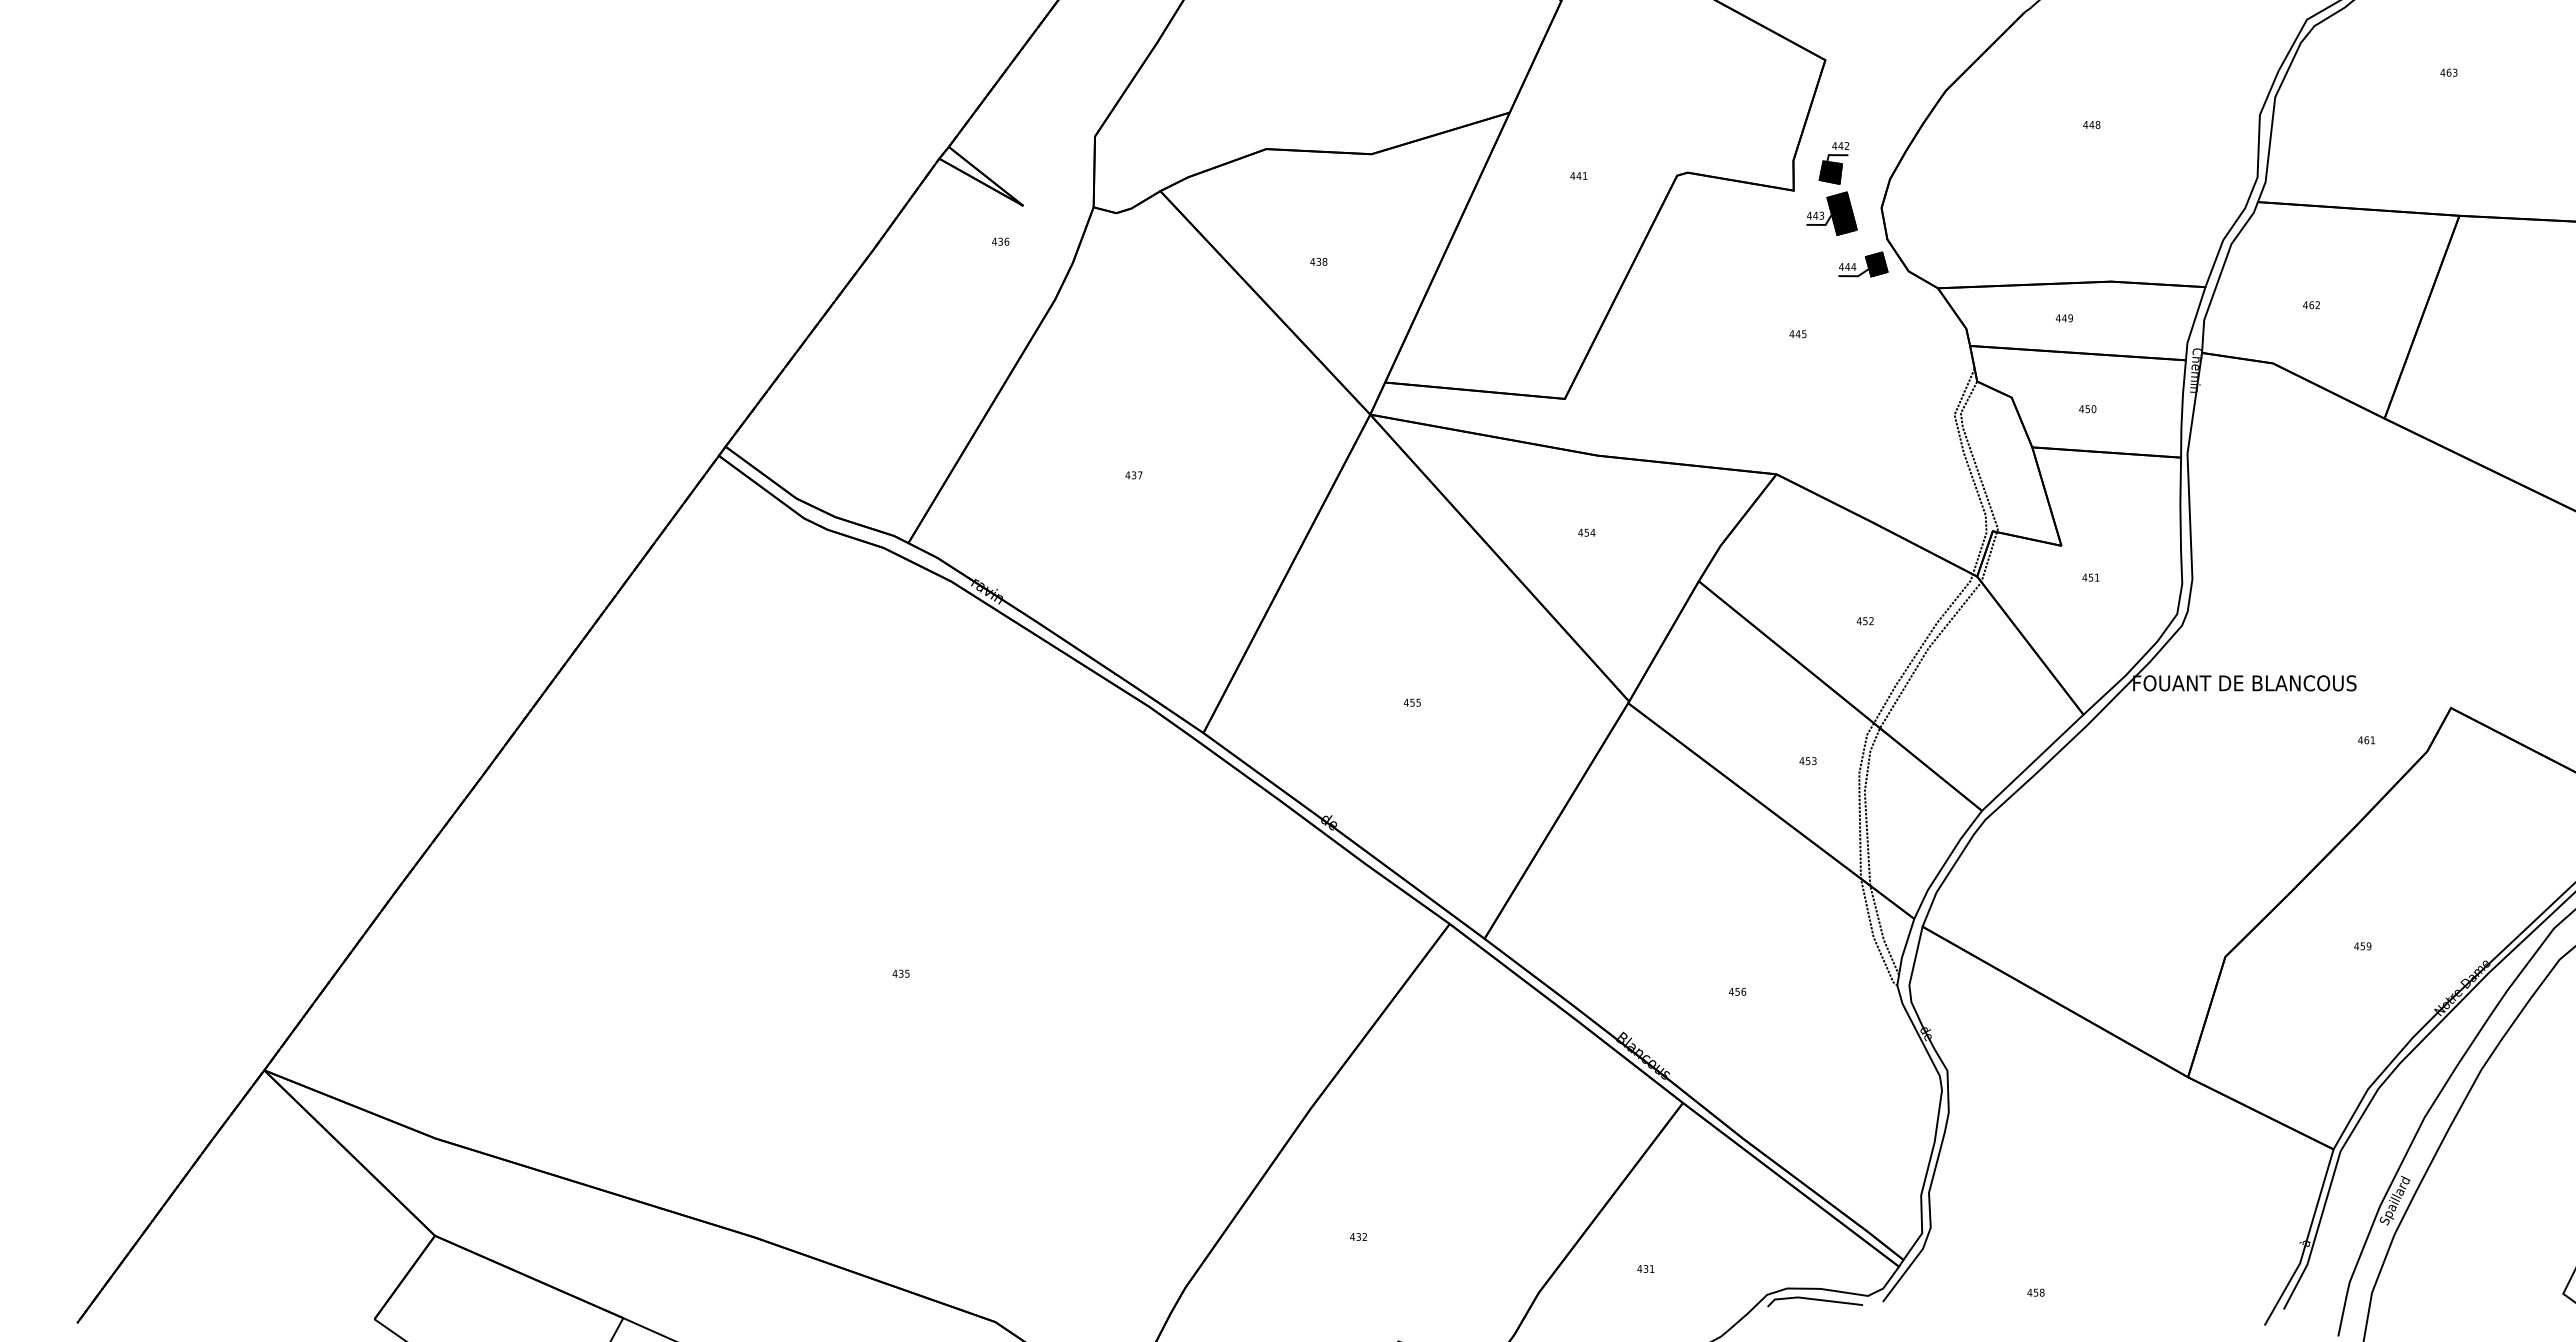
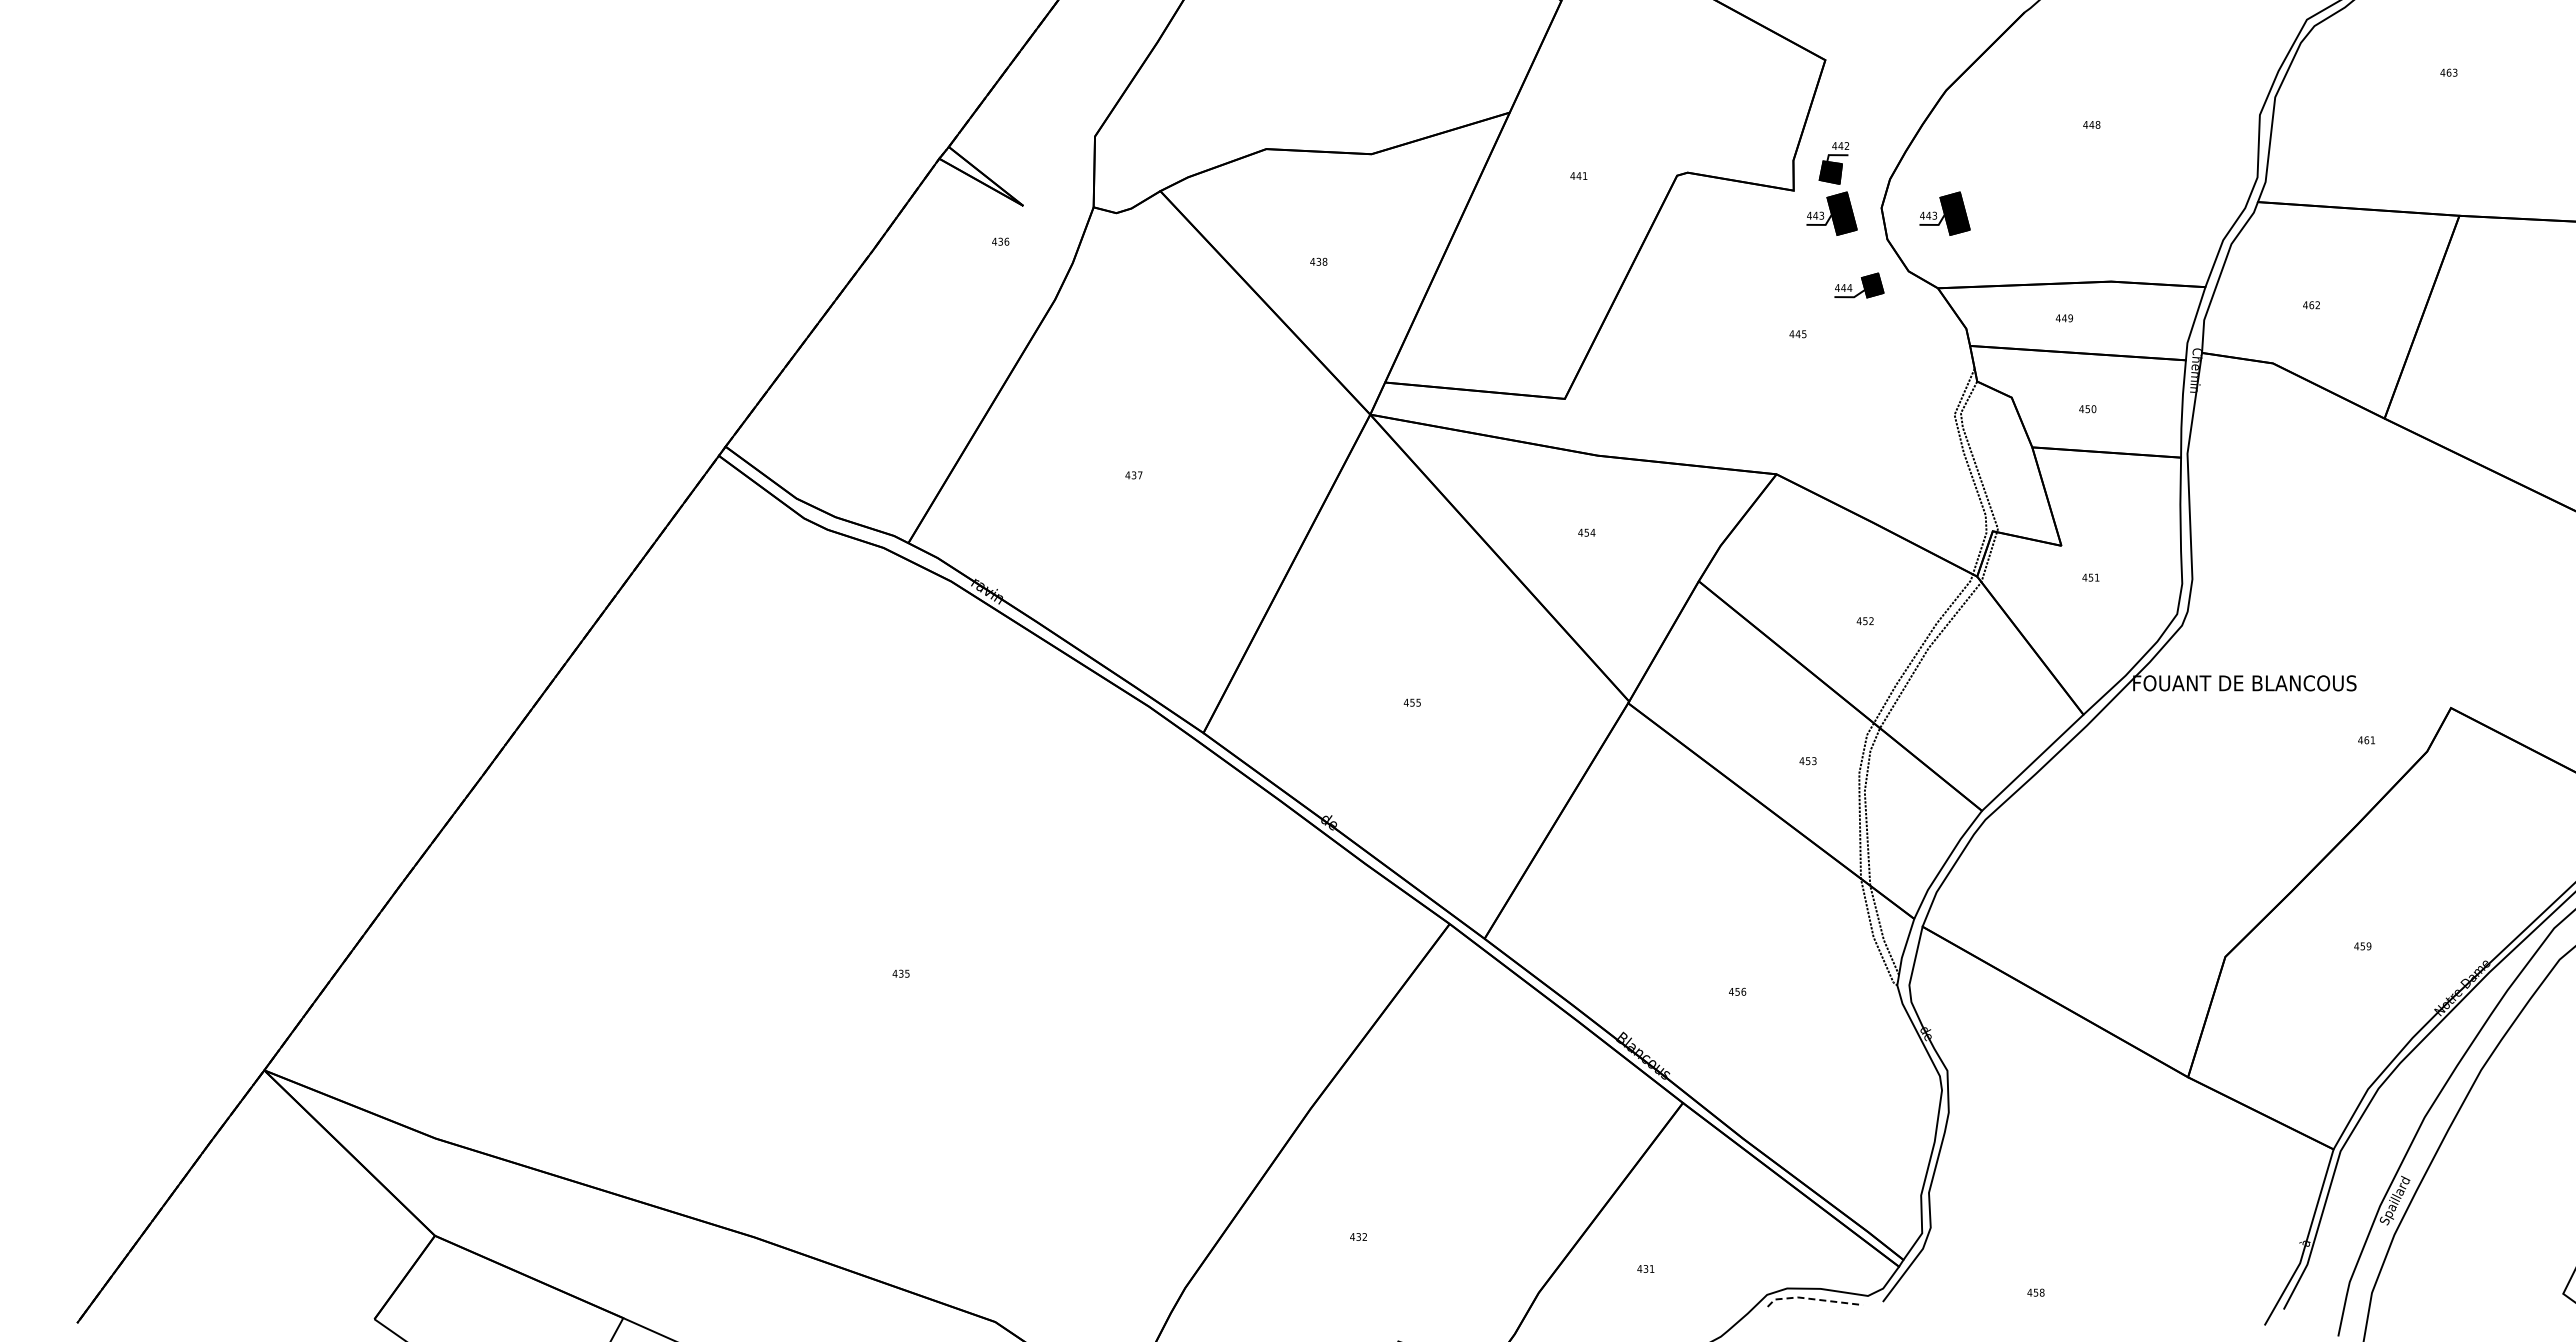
part at (1944, 213): none -> present
part at (1863, 264) position: (1863, 264) -> (1859, 285)
line at (1812, 1299): solid -> dashed
